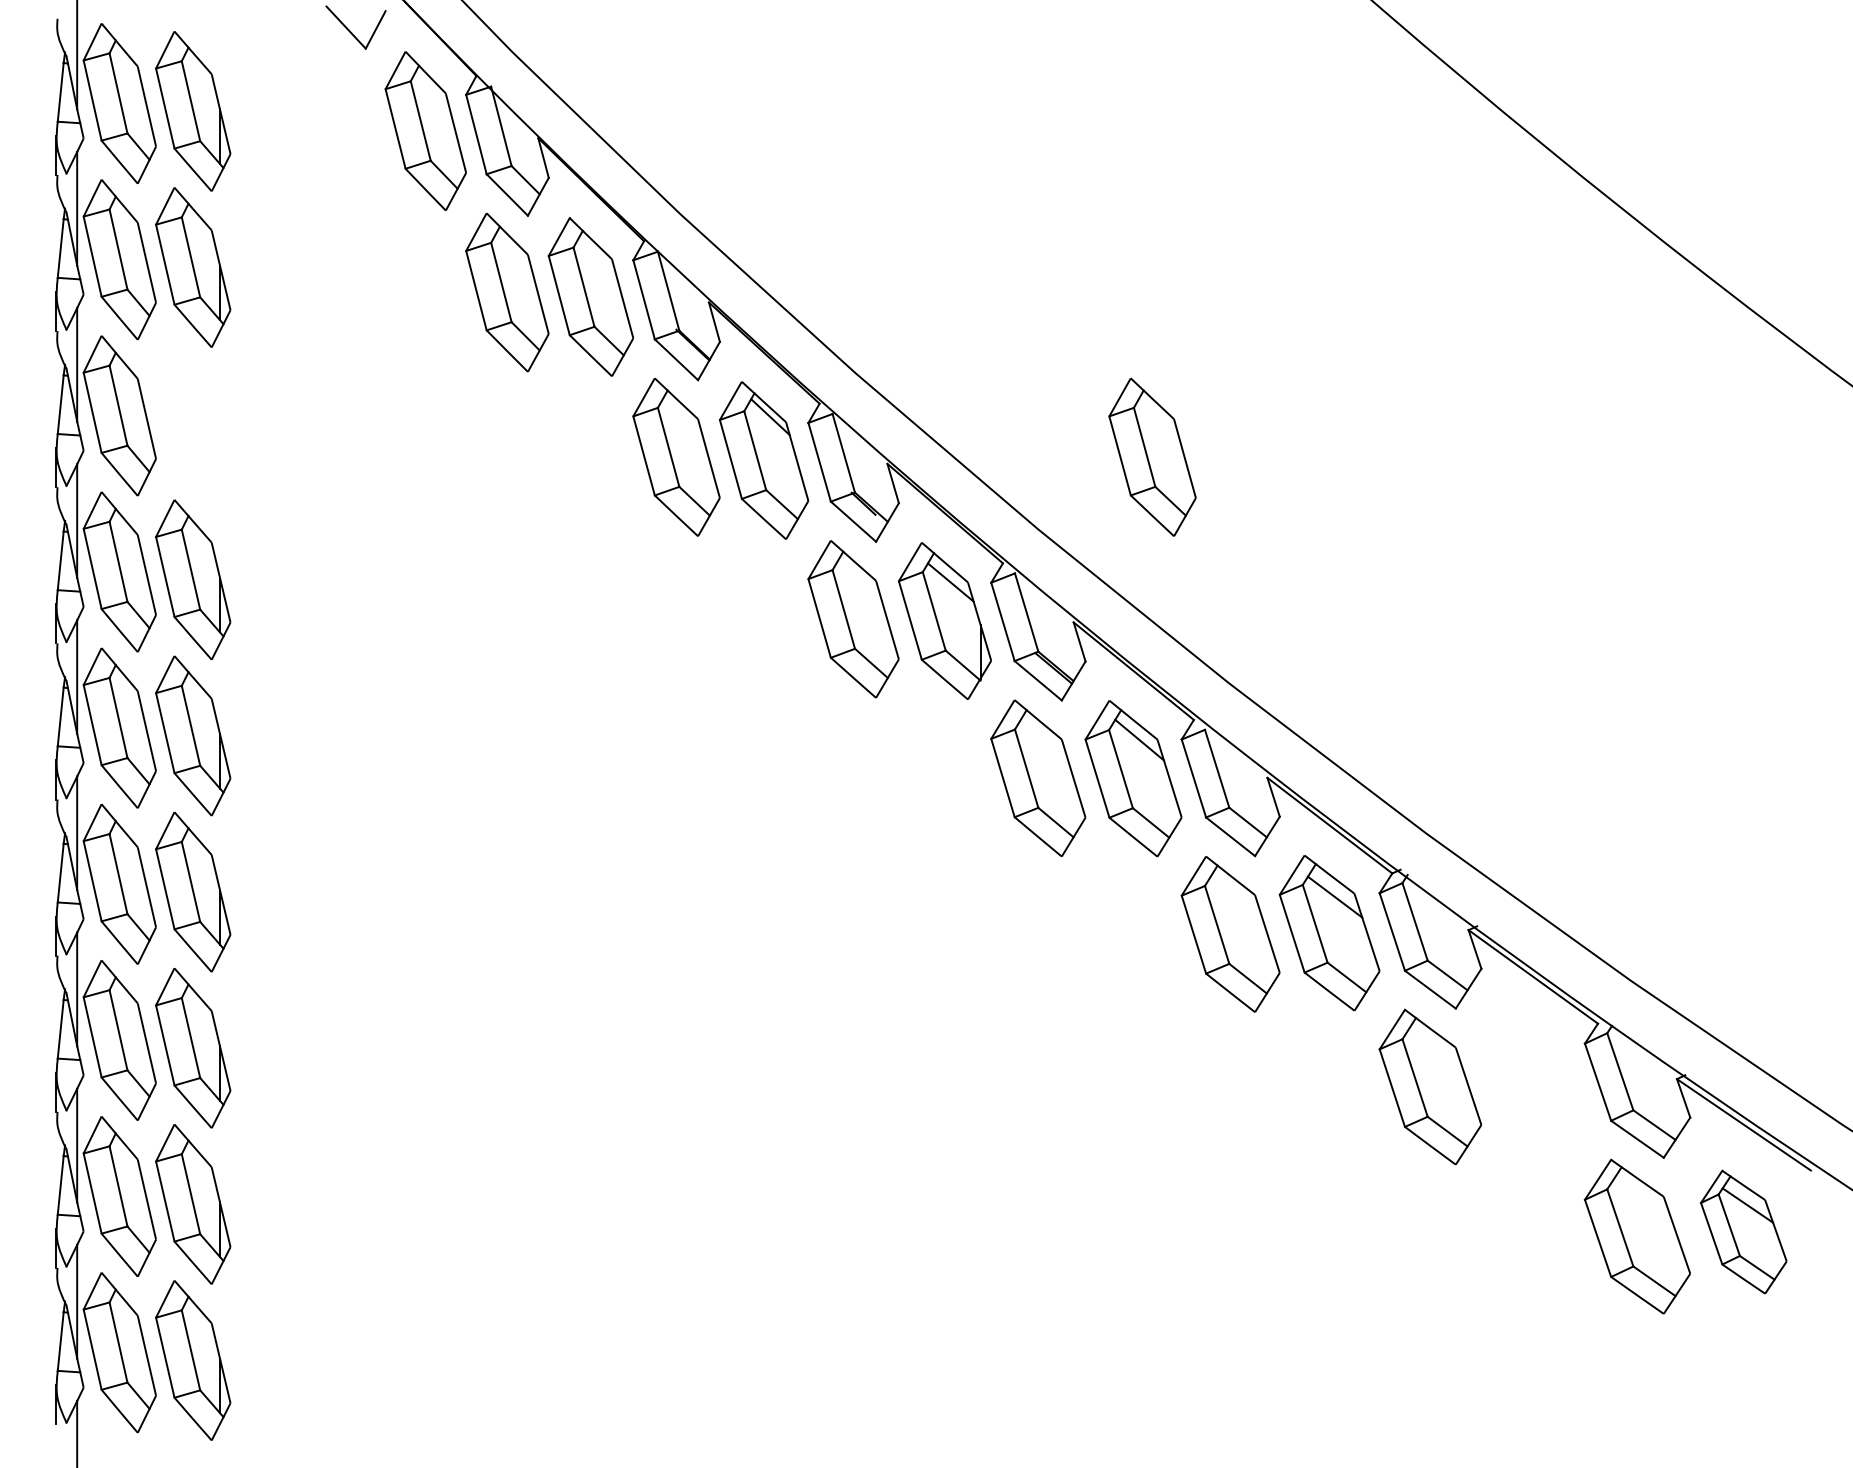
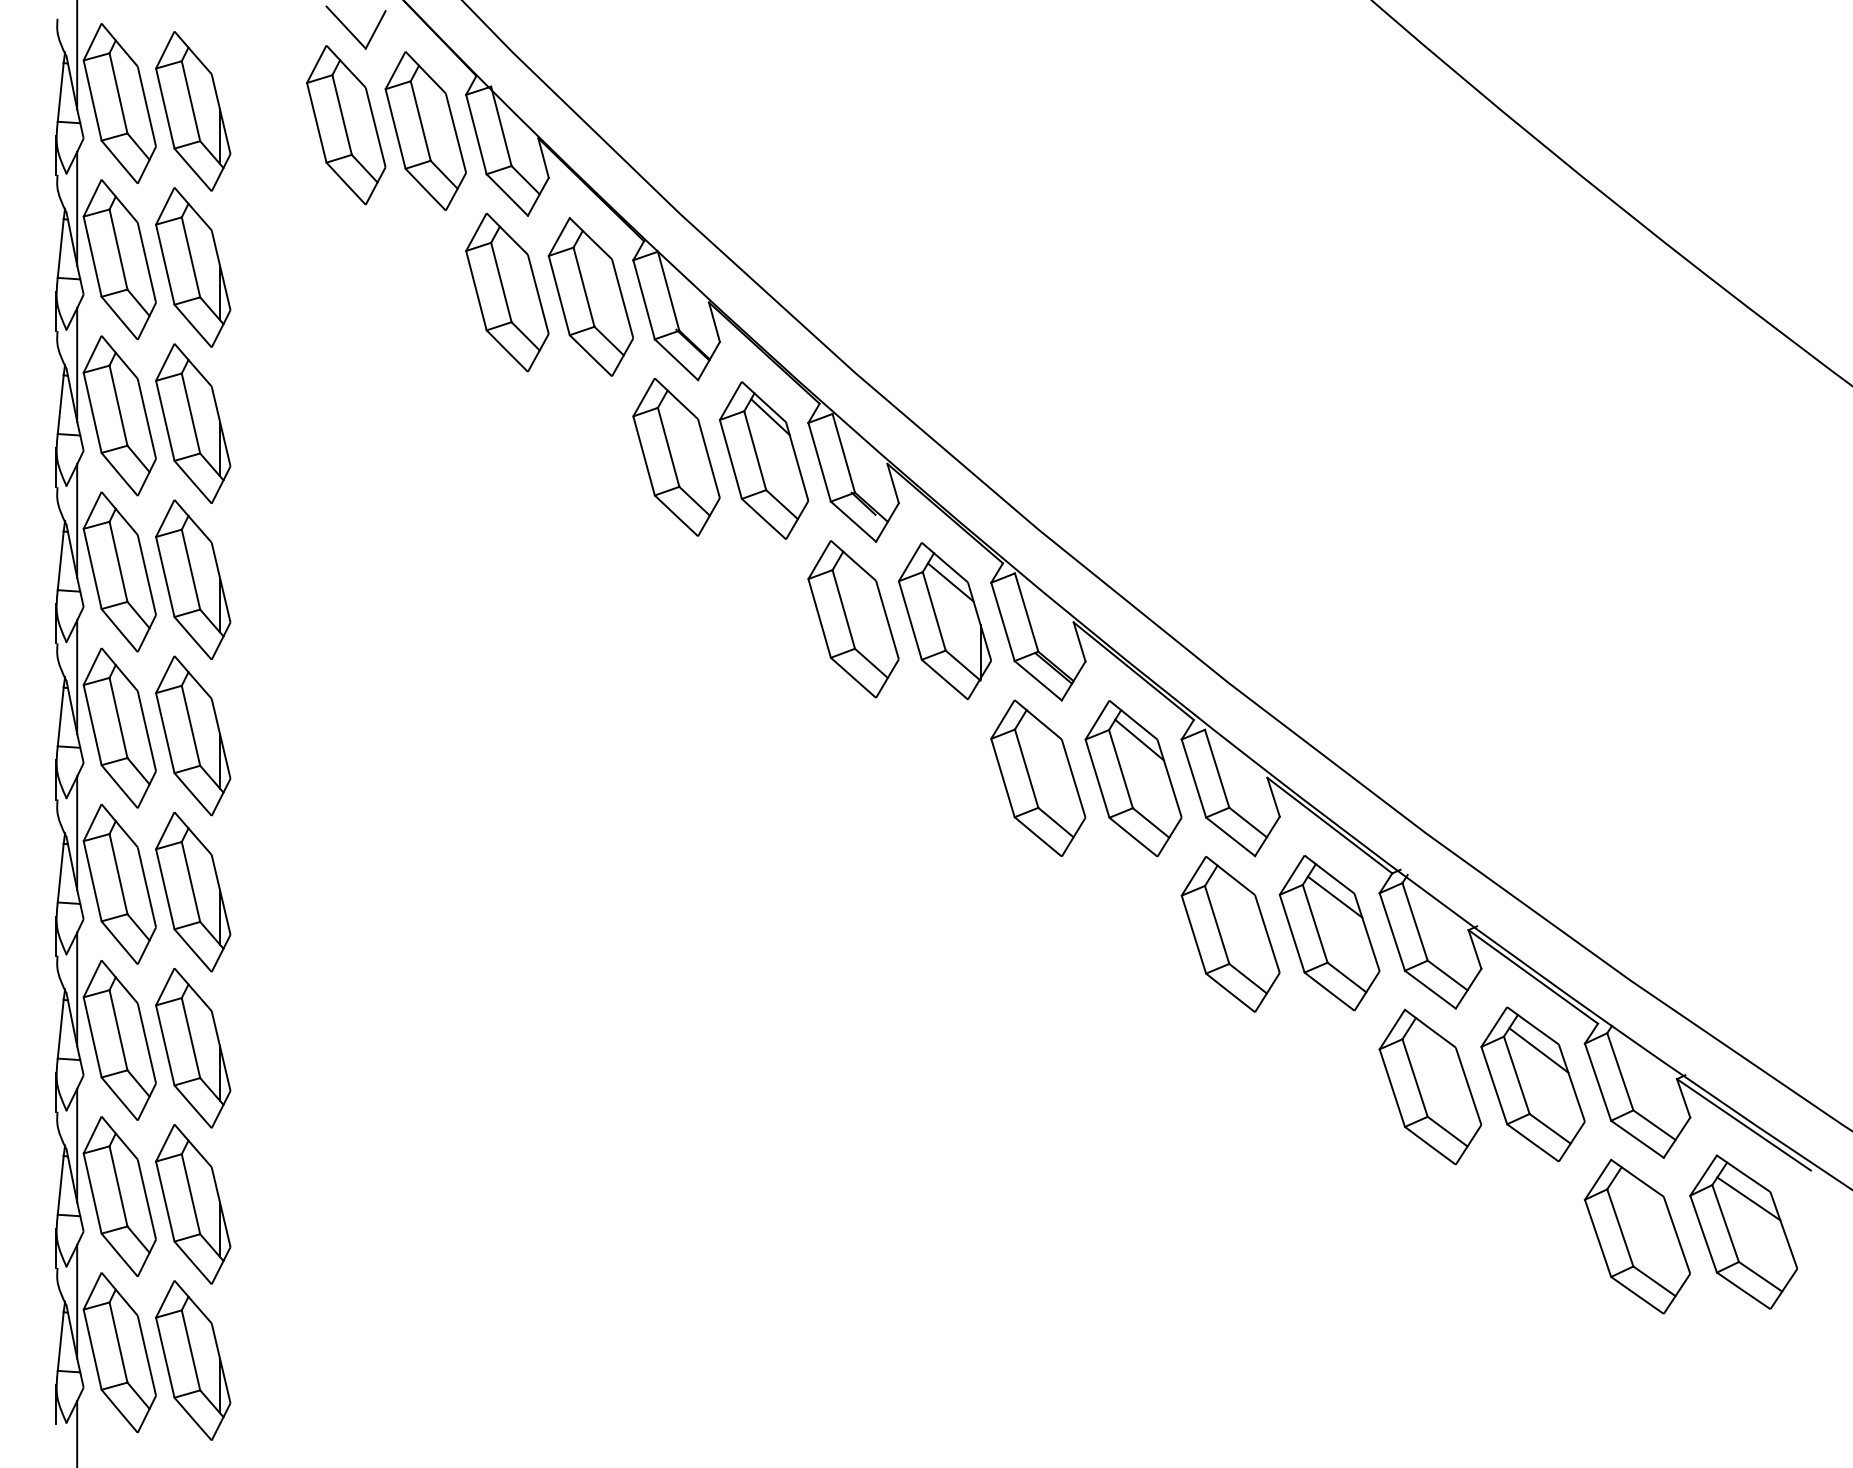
part at (346, 125): none -> present
part at (193, 423): none -> present
part at (1152, 456): present -> none
part at (1532, 1084): none -> present
part at (1743, 1231) size: 88x126 px -> 110x156 px
